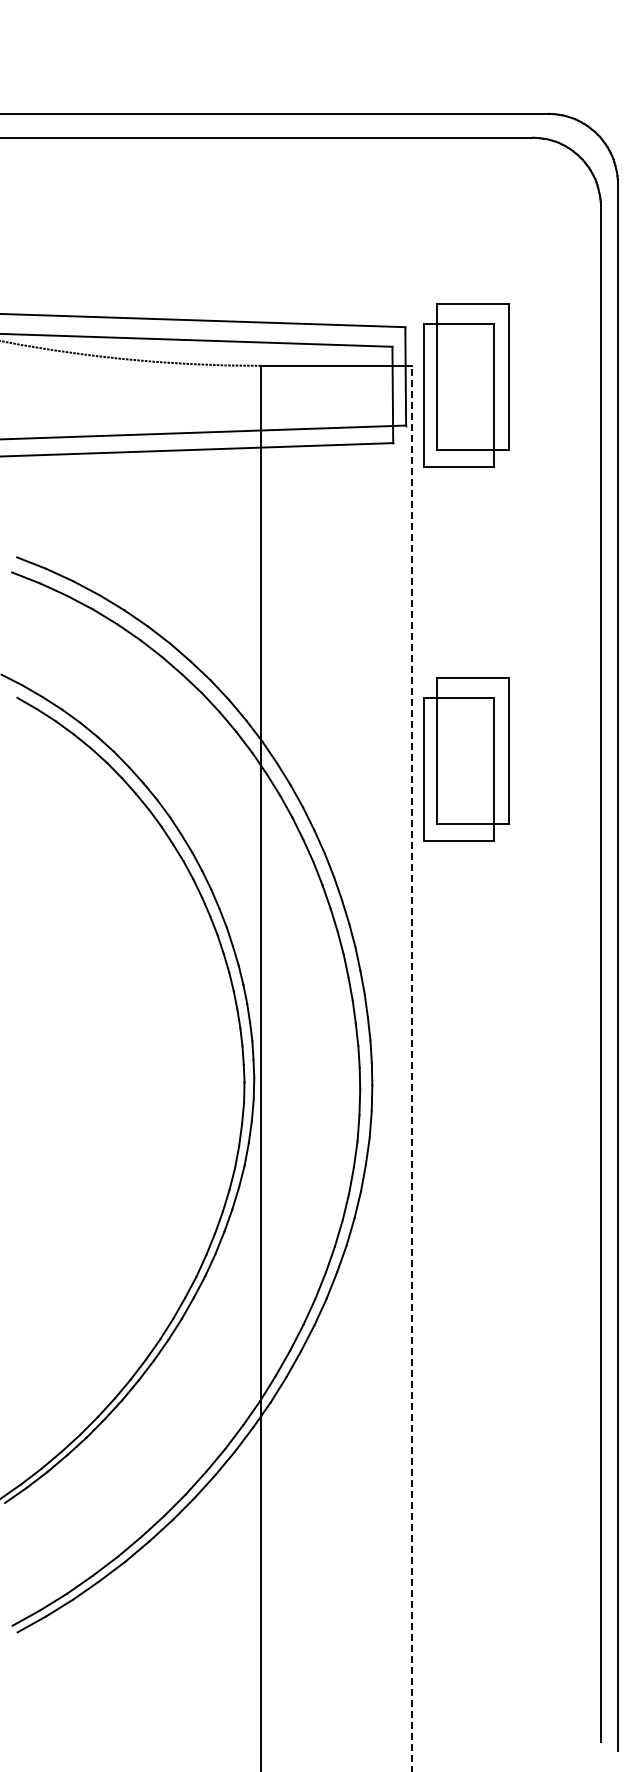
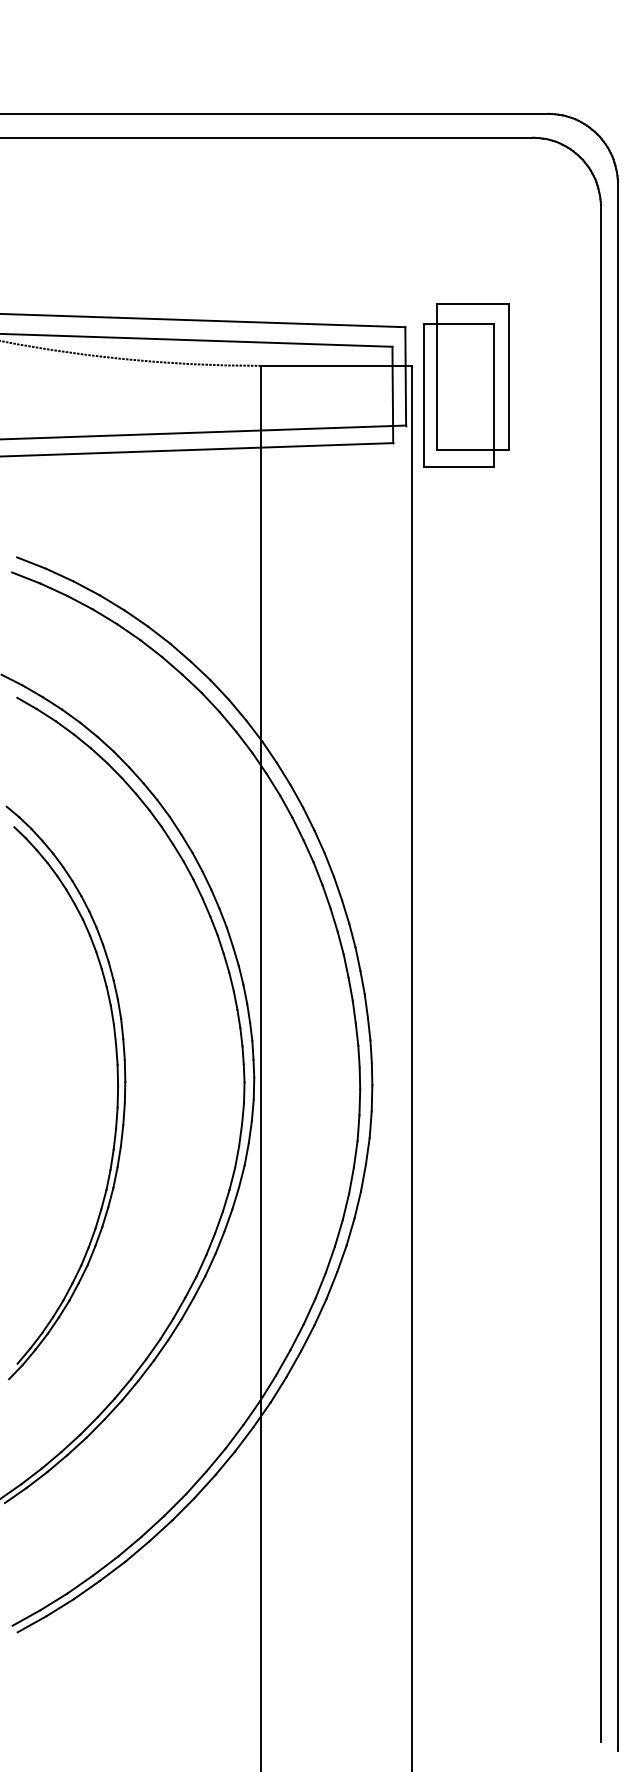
part at (466, 759): present -> none
line at (412, 1068): dashed -> solid
part at (116, 1098): none -> present
